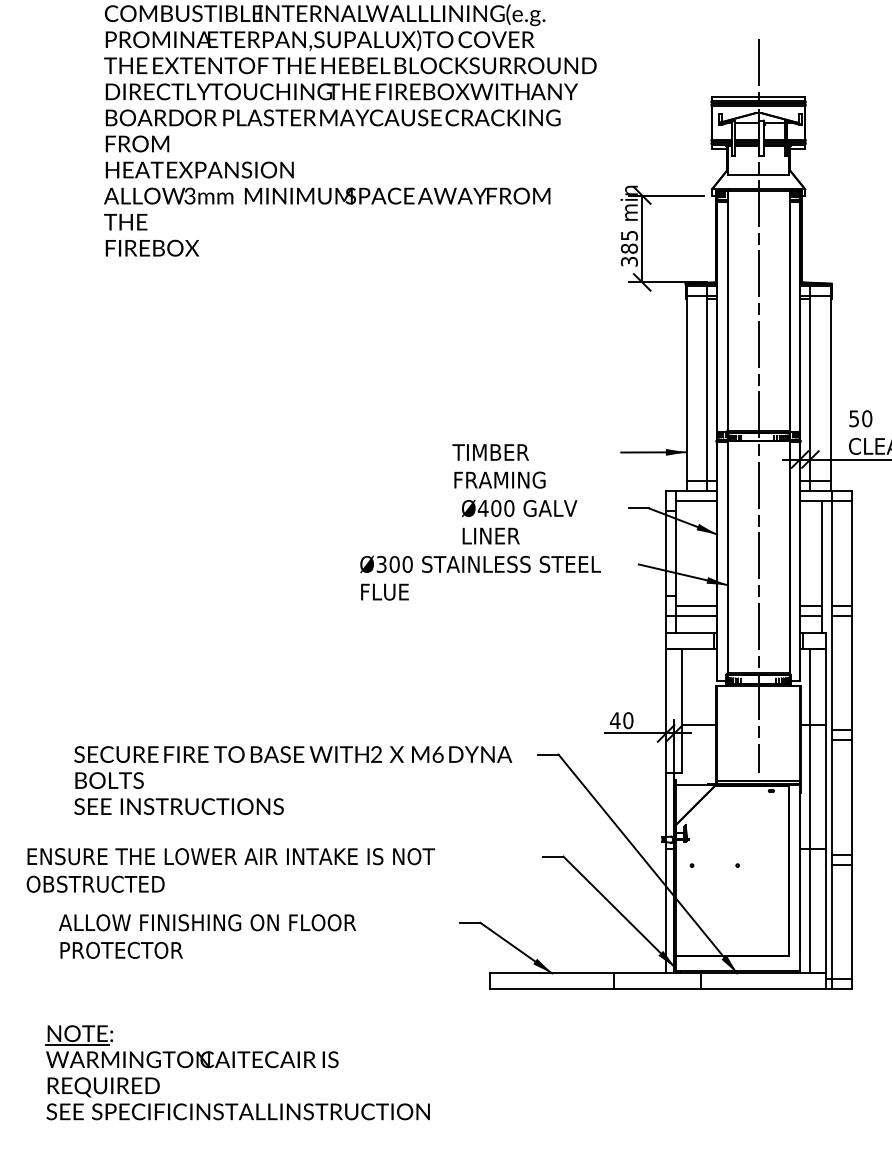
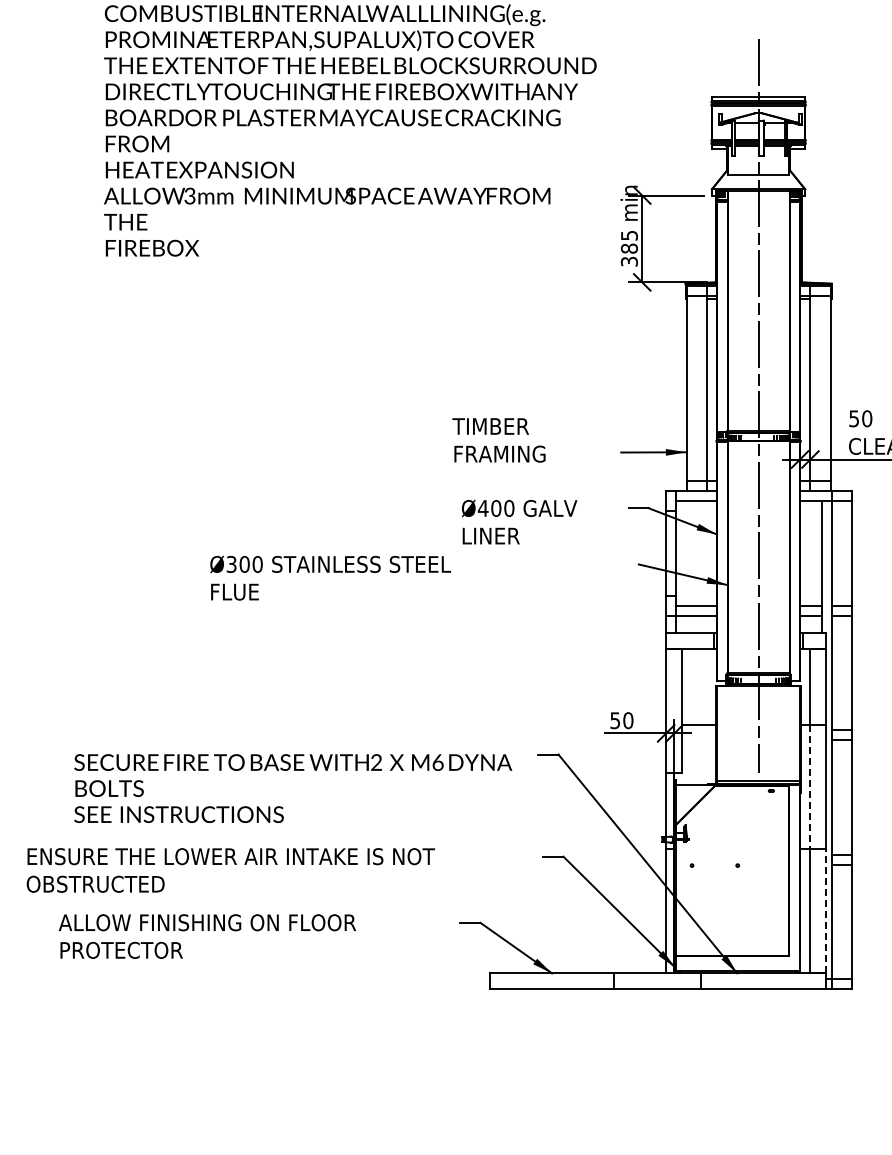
text at (498, 466) position: (498, 466) -> (498, 440)
text at (480, 577) position: (480, 577) -> (330, 577)
text at (614, 720): 40 -> 50
text at (293, 780) position: (293, 780) -> (293, 788)
line at (810, 787): solid -> dashed
line at (825, 910): solid -> dashed
part at (237, 1072): present -> none
